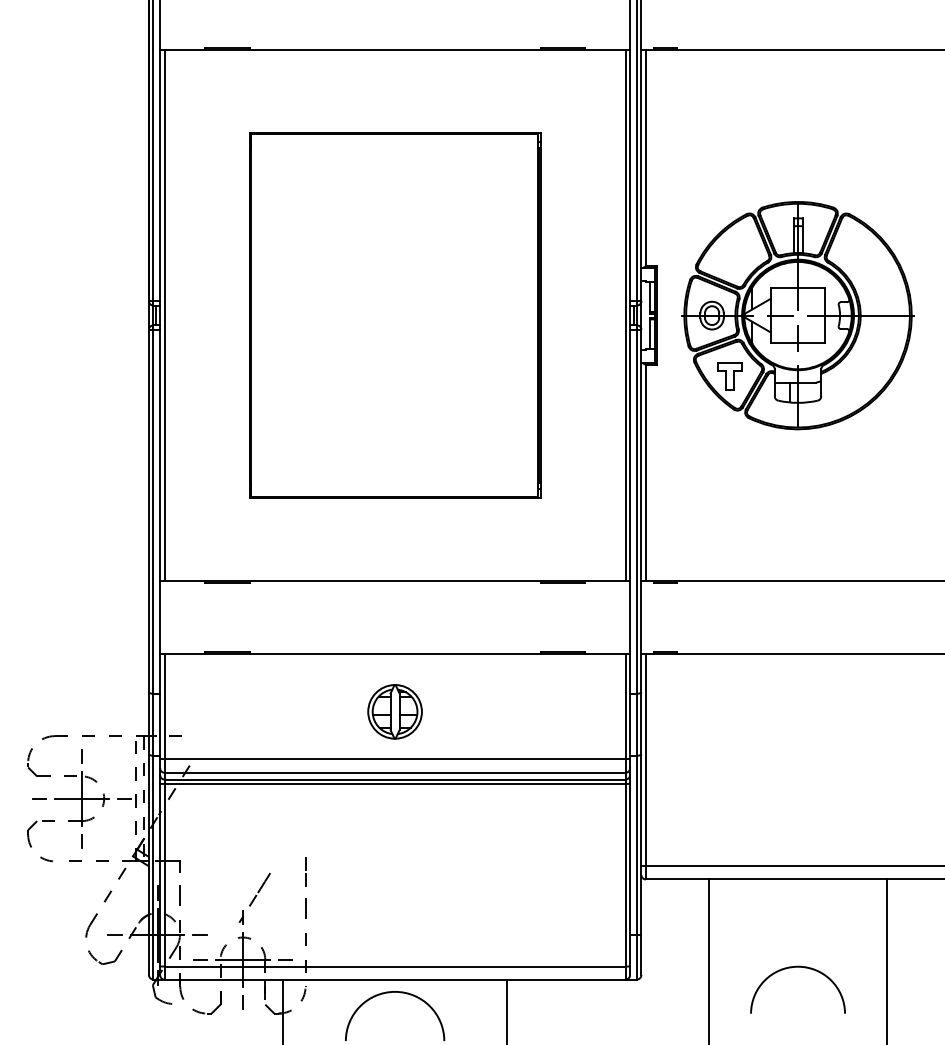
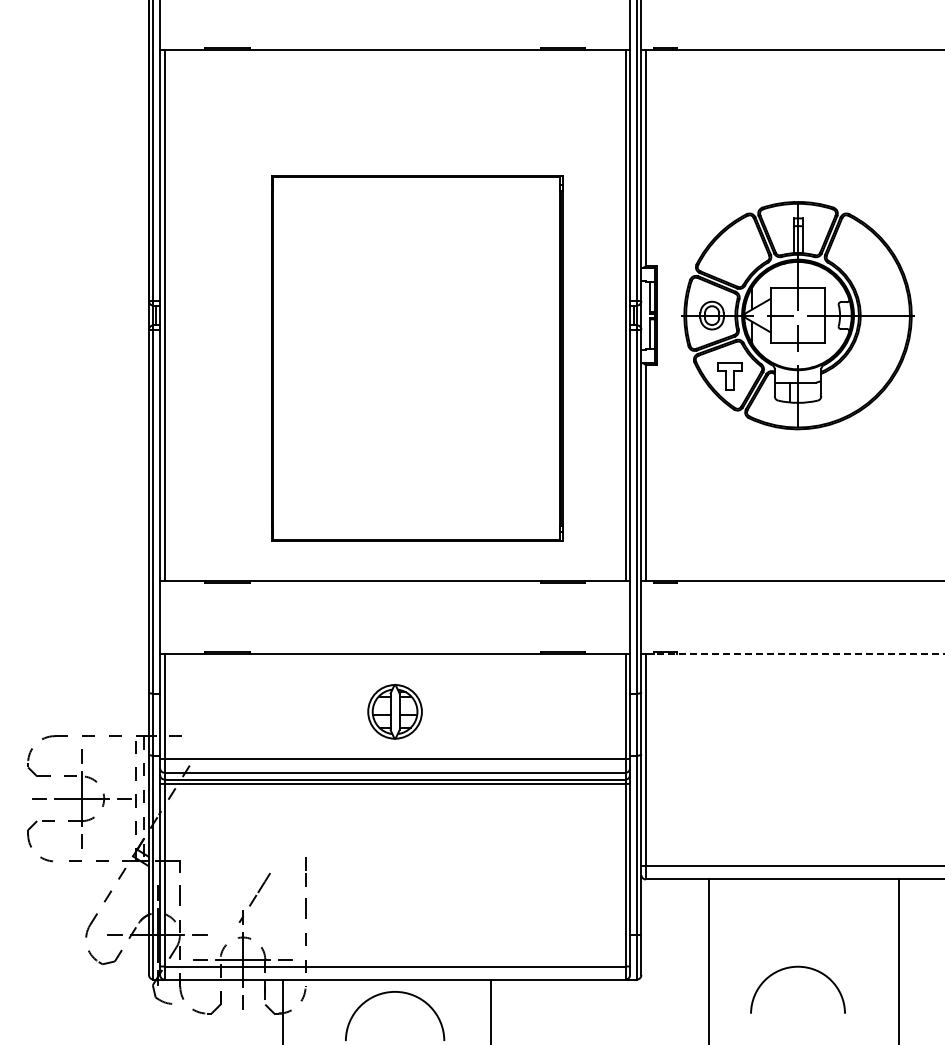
part at (395, 315) position: (395, 315) -> (417, 358)
line at (794, 653): solid -> dashed
line at (886, 960) position: (886, 960) -> (898, 960)
line at (506, 1010) position: (506, 1010) -> (490, 1010)
